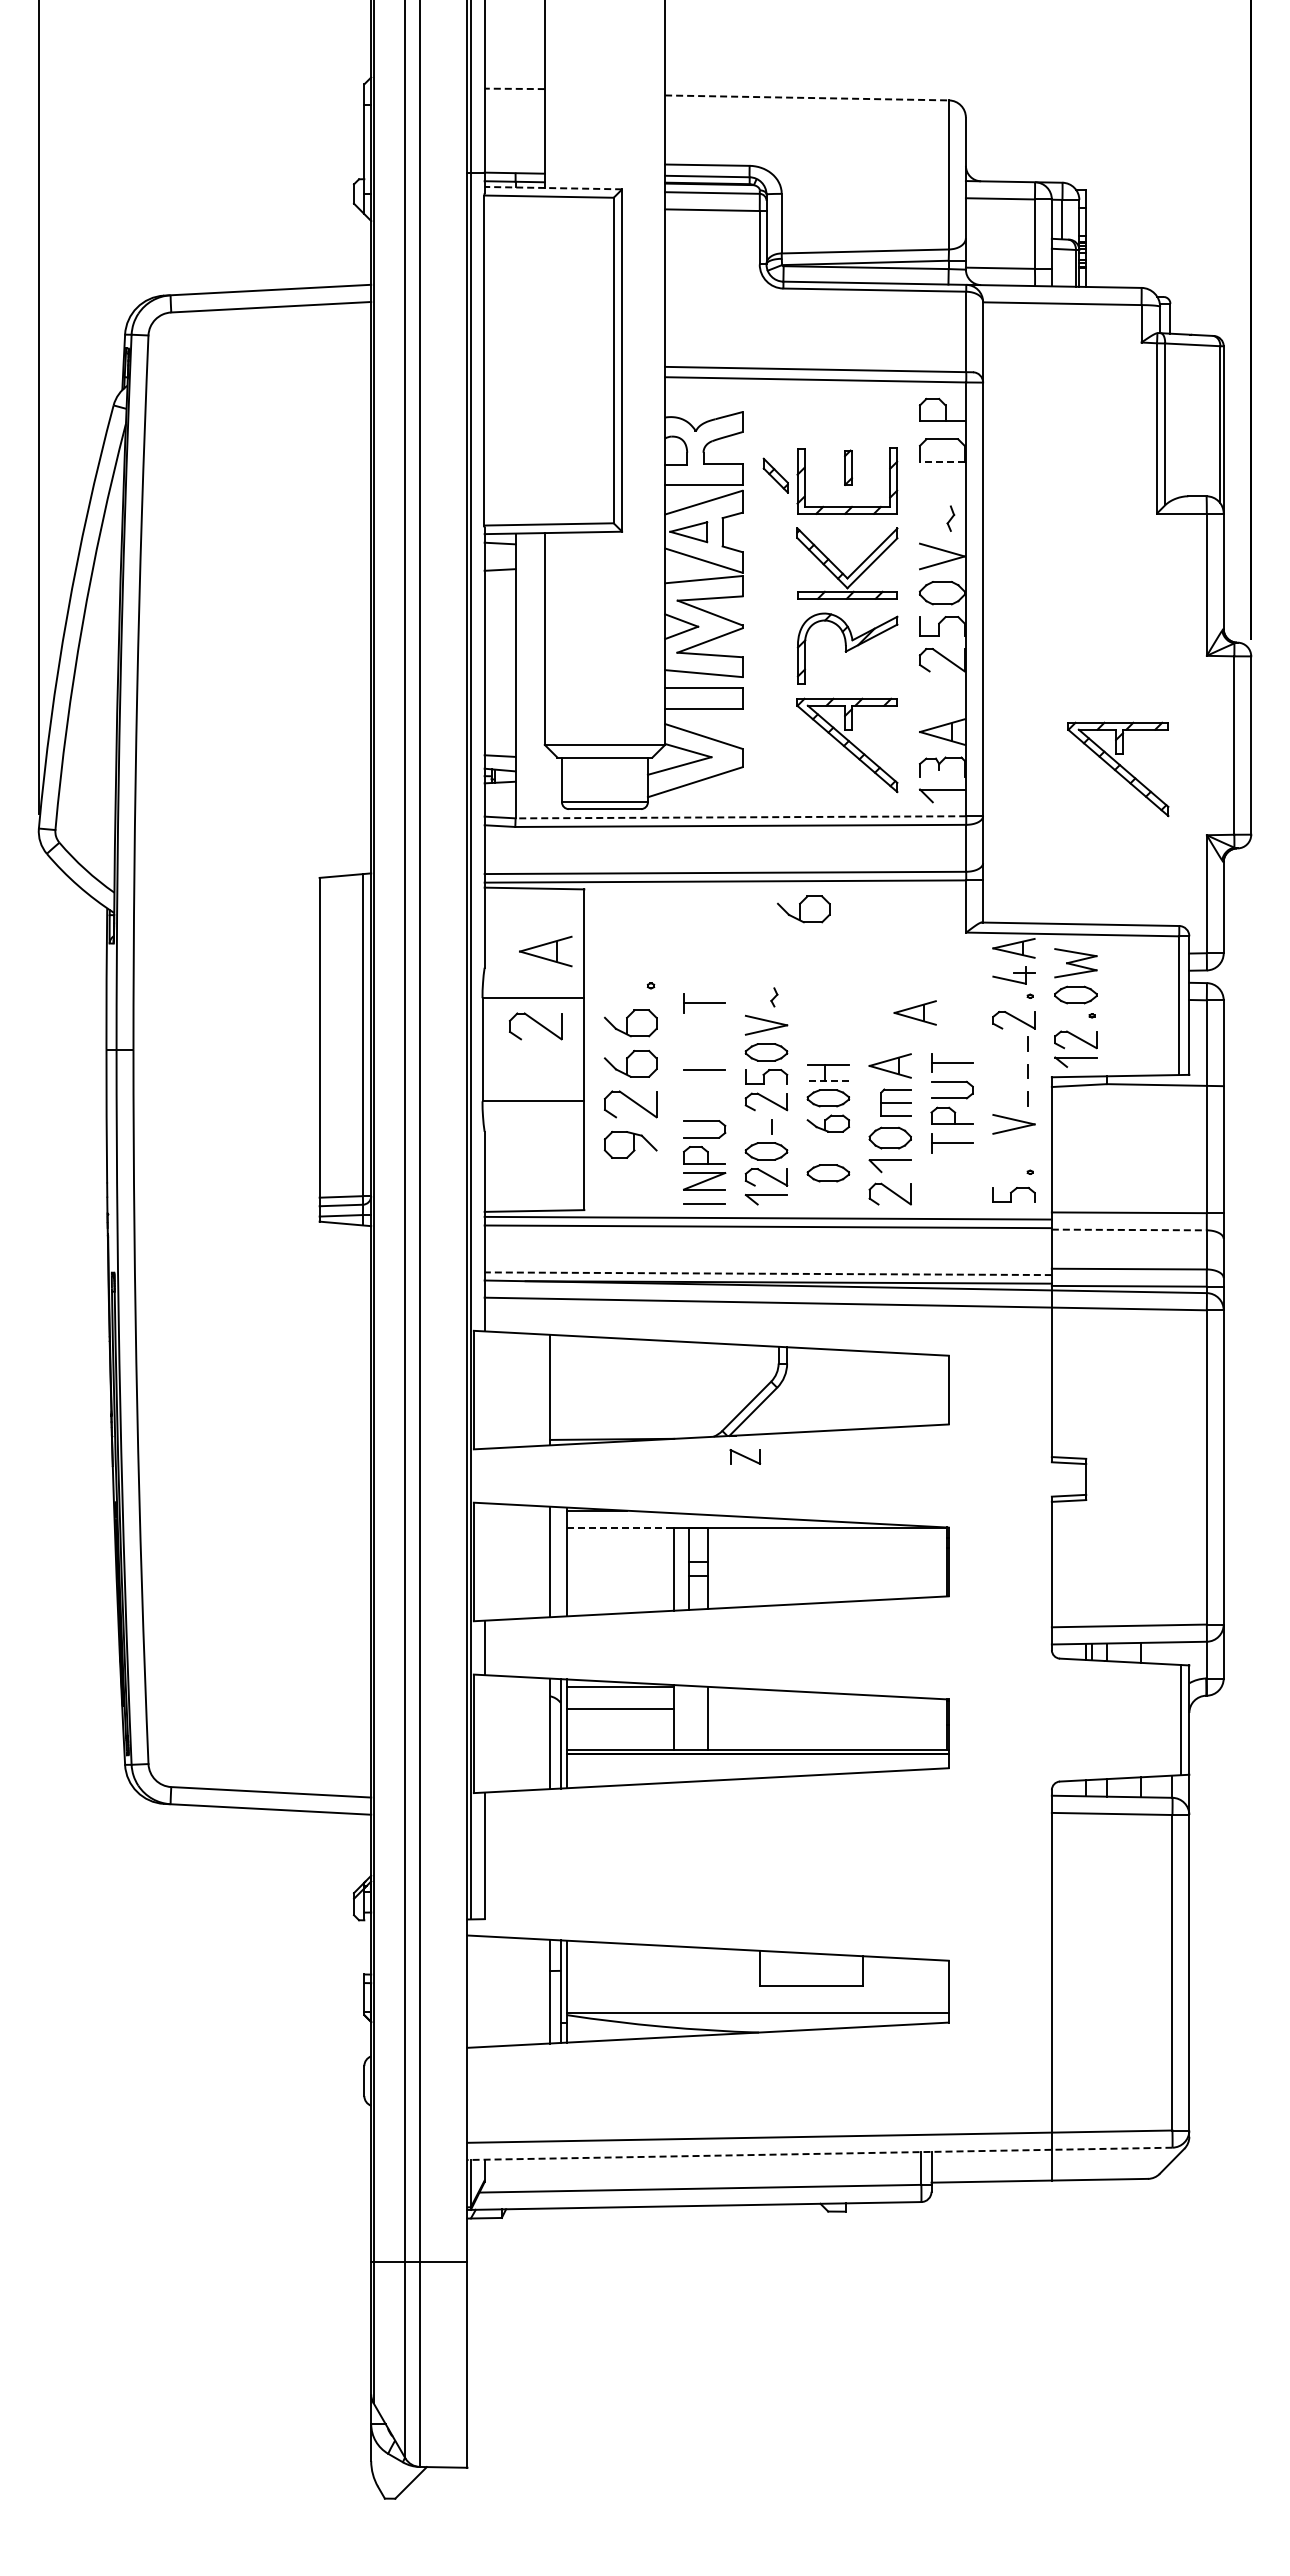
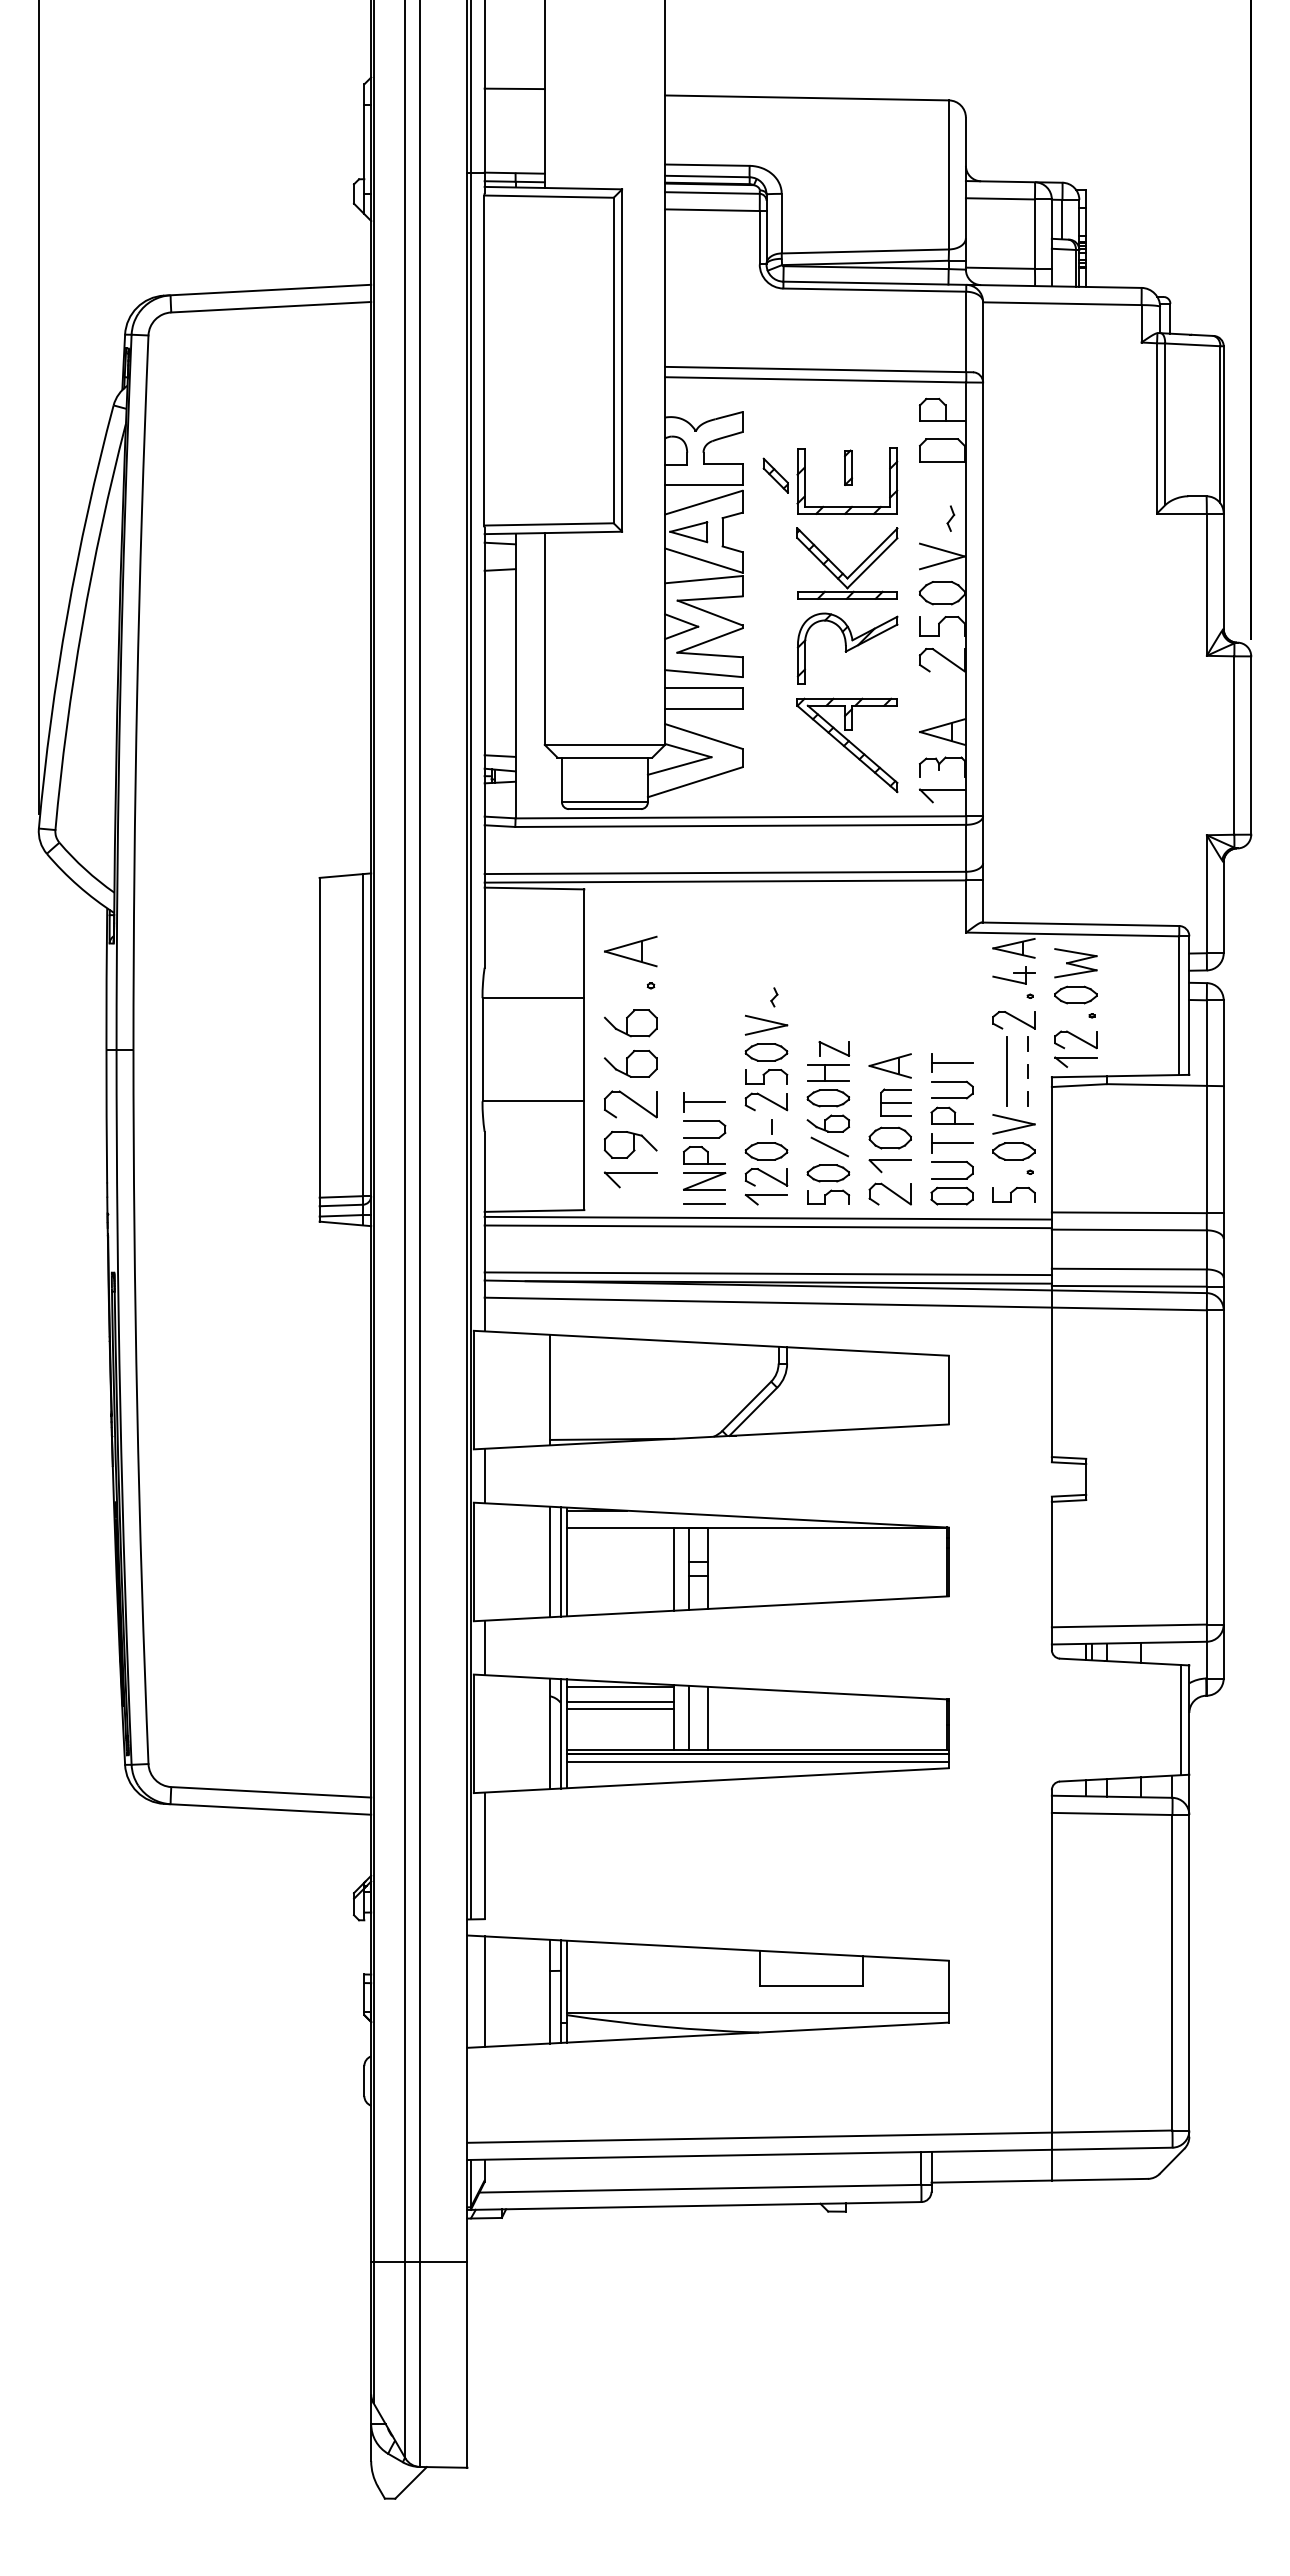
line at (514, 88): dashed -> solid
line at (807, 97): dashed -> solid
line at (553, 188): dashed -> solid
line at (941, 461): dashed -> solid
part at (1118, 769): present -> none
line at (740, 817): dashed -> solid
part at (803, 909): present -> none
part at (545, 951) position: (545, 951) -> (630, 951)
part at (704, 1003) position: (704, 1003) -> (704, 1102)
part at (914, 1012): present -> none
part at (535, 1026): present -> none
line at (704, 1069): present -> none
line at (1006, 1071): none -> present
line at (828, 1081): dashed -> solid
line at (829, 1146): none -> present
part at (1013, 1151): none -> present
part at (630, 1179): none -> present
part at (951, 1183): none -> present
part at (828, 1196): none -> present
line at (1129, 1229): dashed -> solid
line at (768, 1273): dashed -> solid
part at (745, 1456) position: (745, 1456) -> (834, 1048)
line at (484, 1475): none -> present
line at (620, 1527): dashed -> solid
line at (560, 1561): none -> present
line at (620, 1701): none -> present
line at (689, 1717): none -> present
line at (757, 1762): none -> present
line at (484, 1991): none -> present
line at (819, 2153): dashed -> solid
